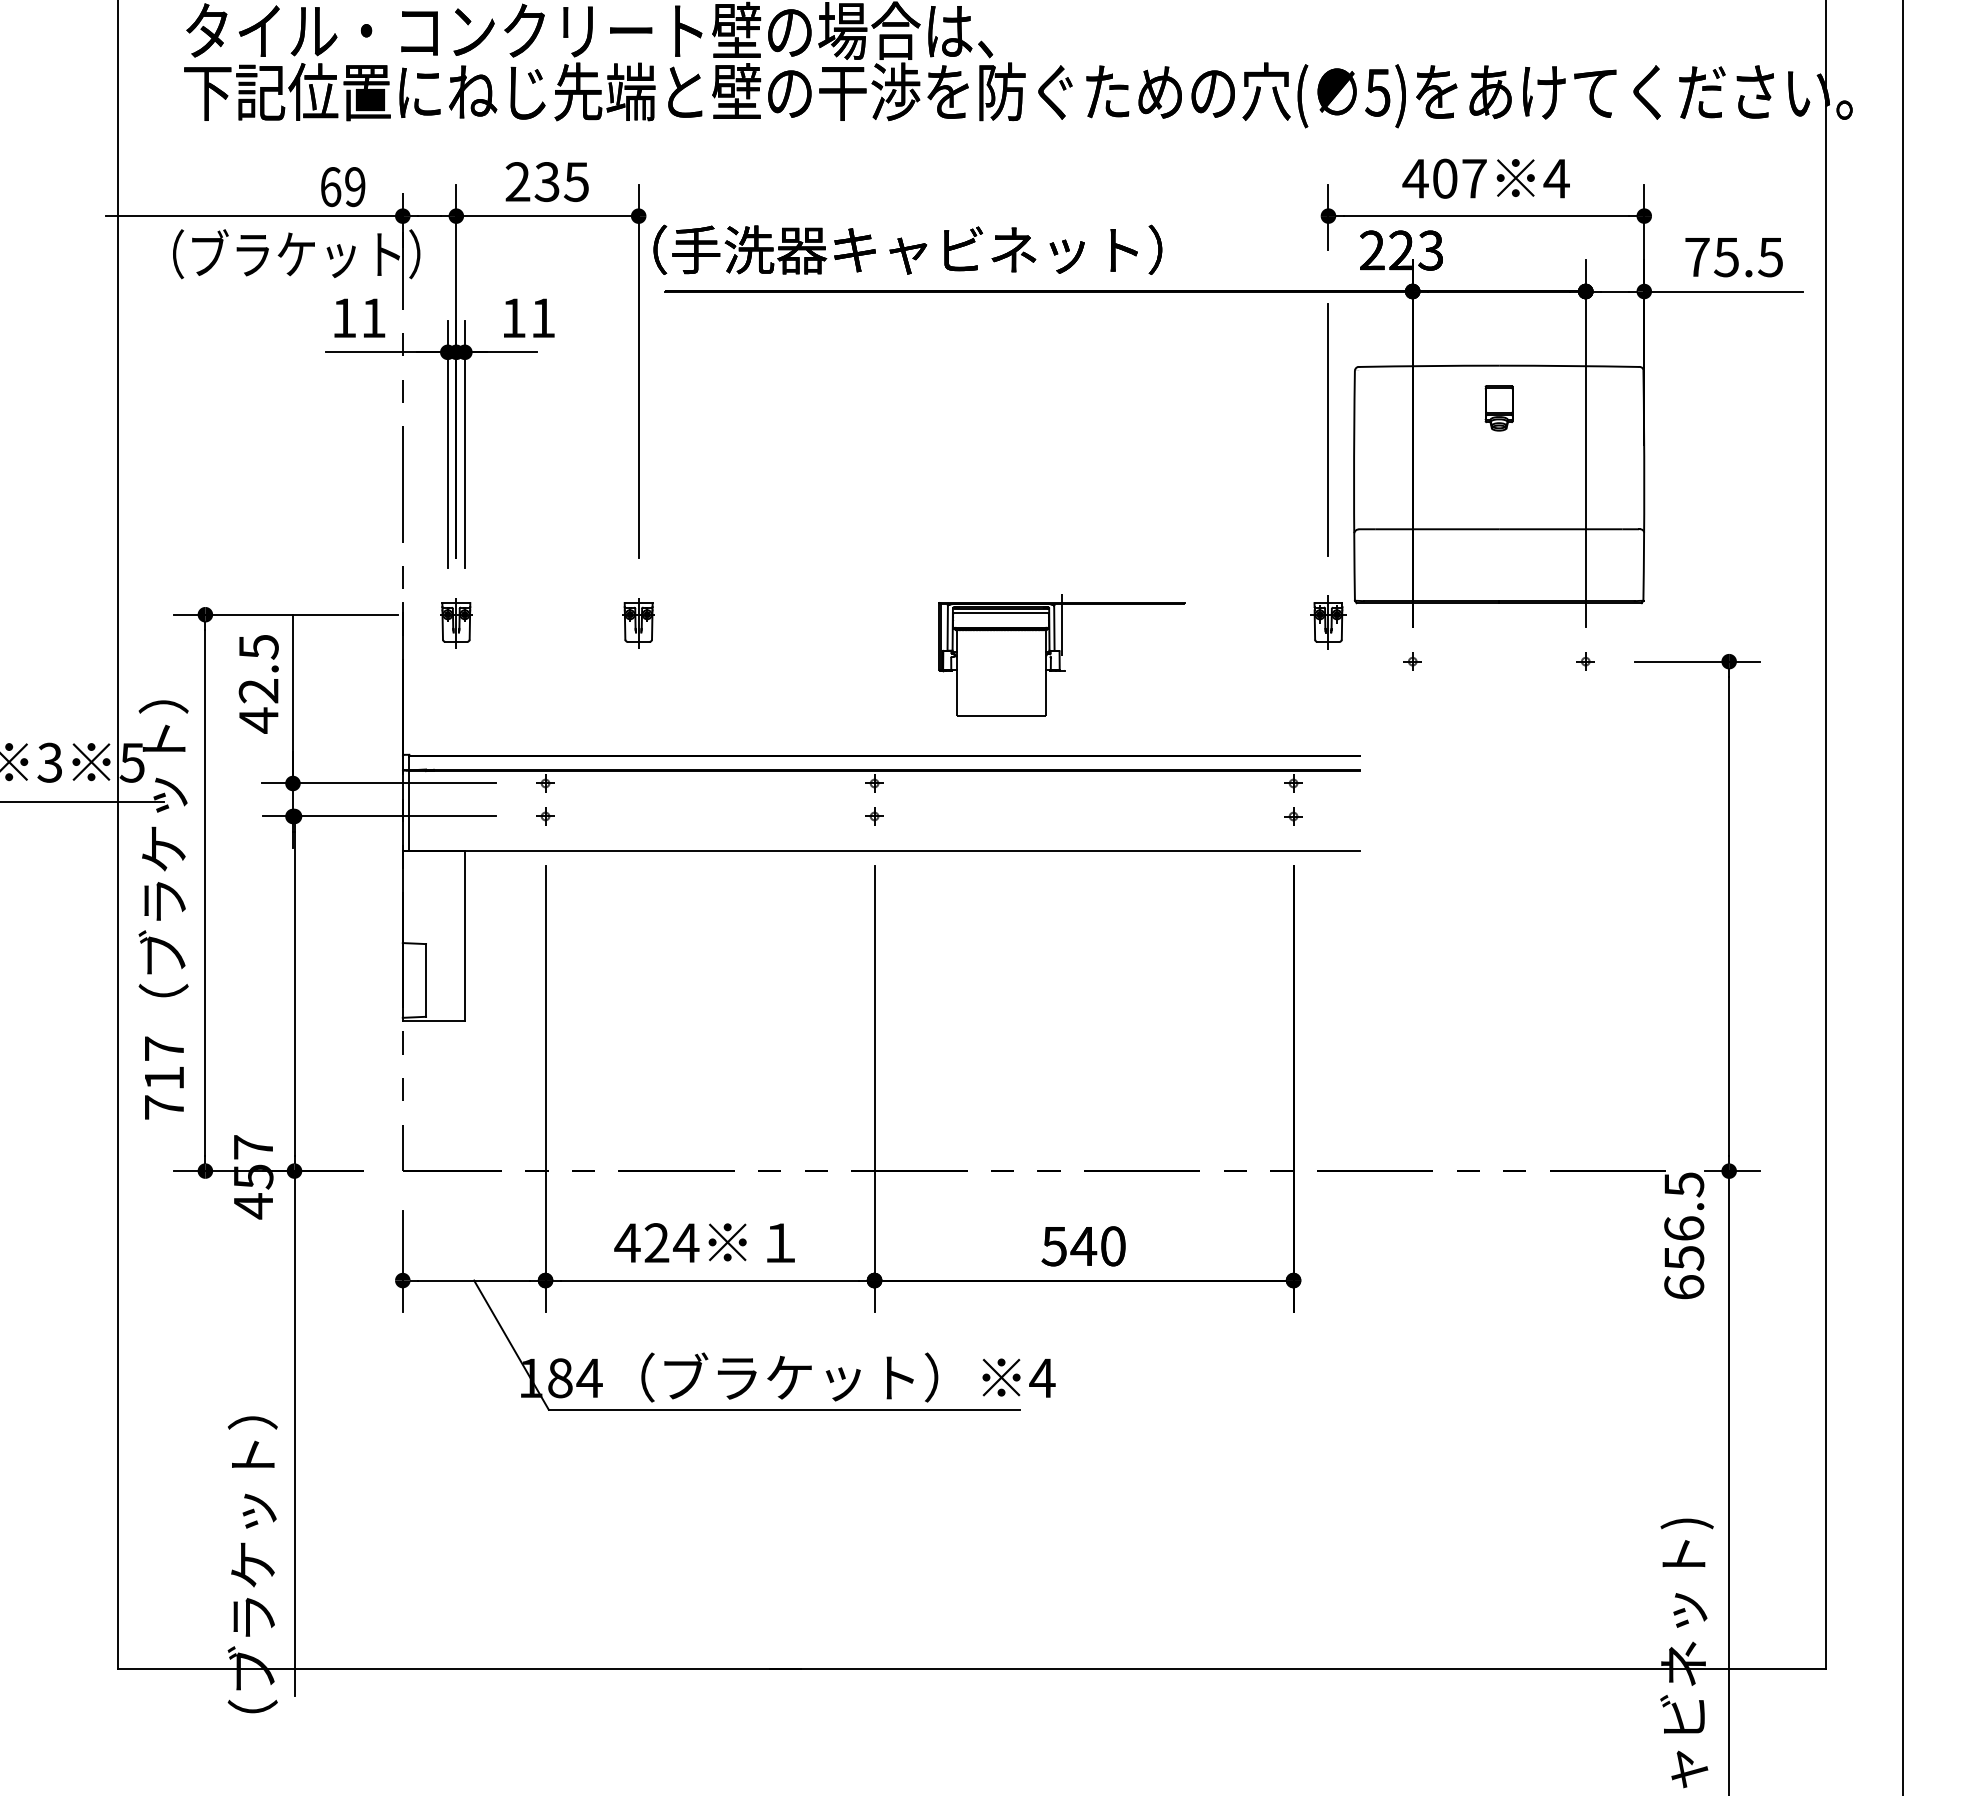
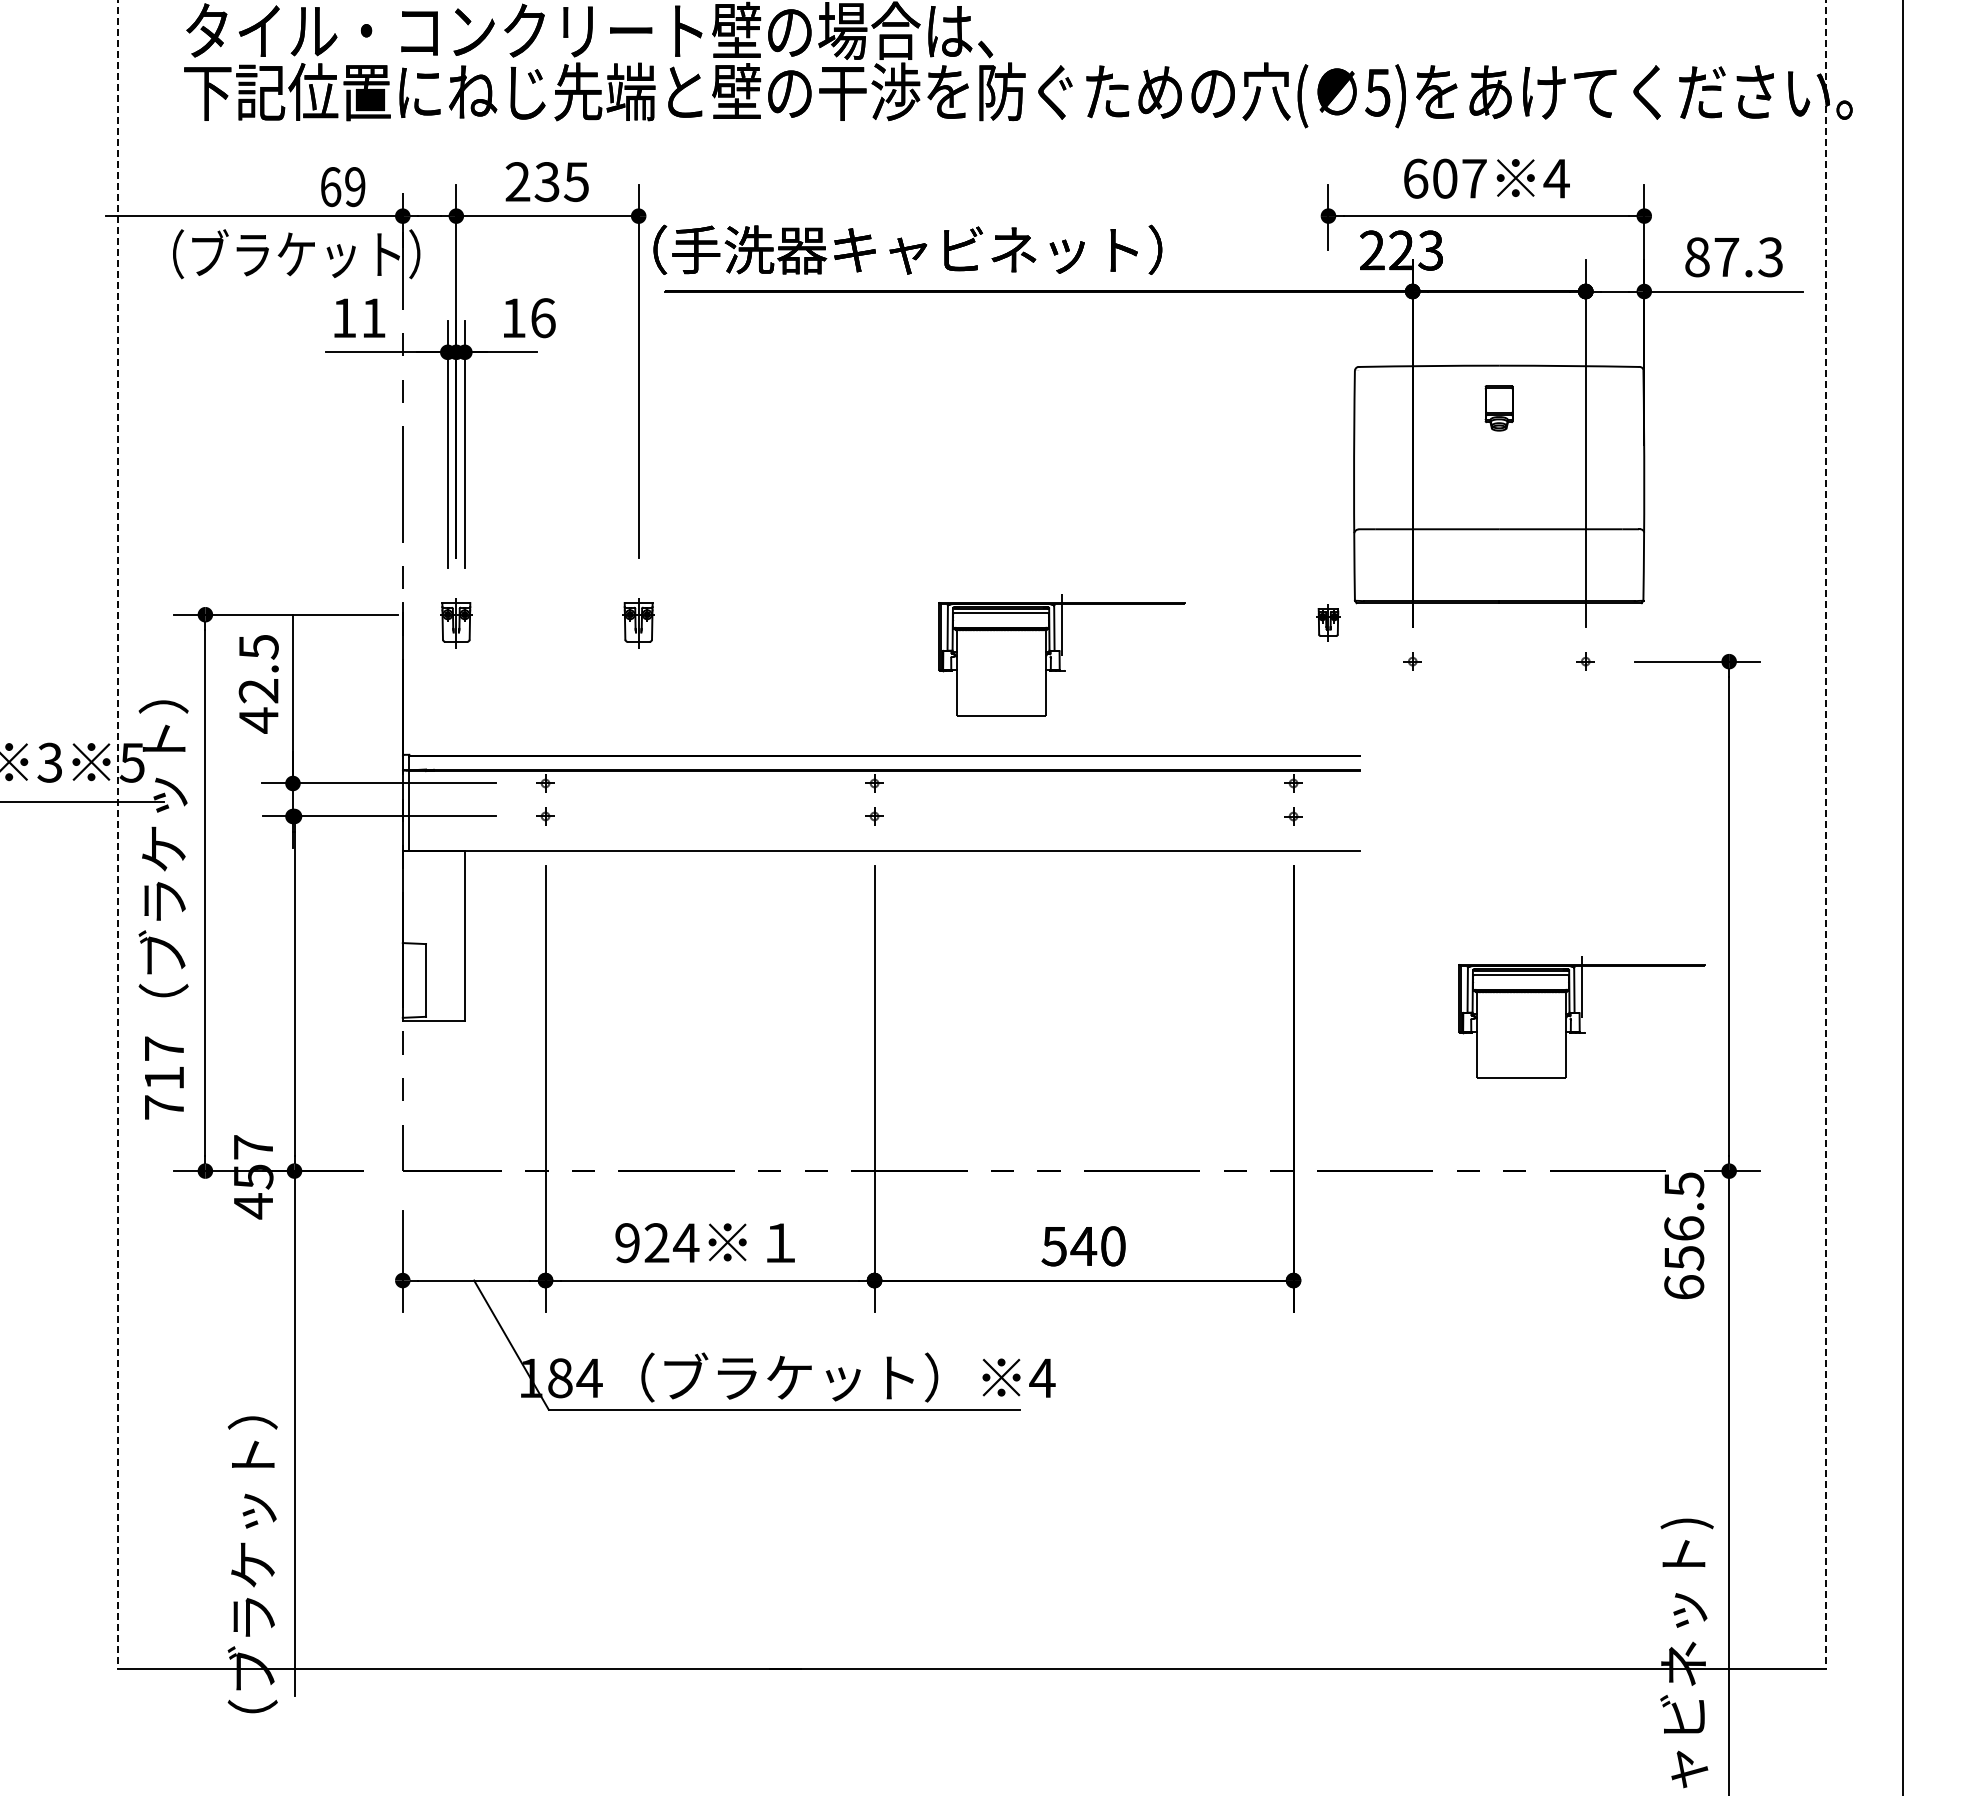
text at (1415, 178): 407 -> 607
text at (1733, 257): 75.5 -> 87.3
text at (543, 318): 11 -> 16
line at (1328, 429): present -> none
part at (1328, 622) size: 37x55 px -> 25x38 px
line at (118, 835): solid -> dashed
line at (1825, 835): solid -> dashed
part at (1581, 1017): none -> present
text at (627, 1243): 424 -> 924
